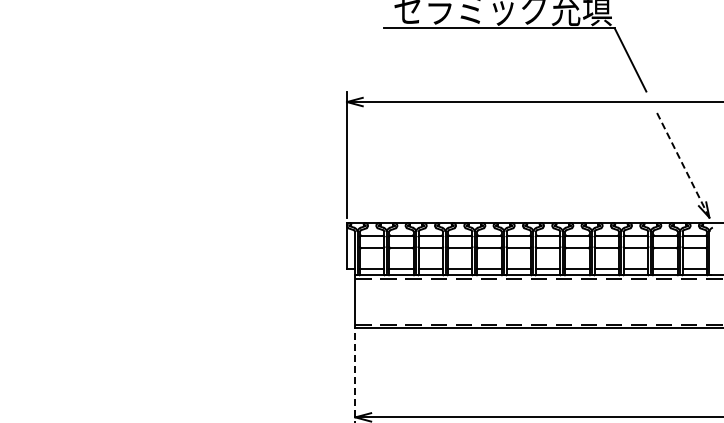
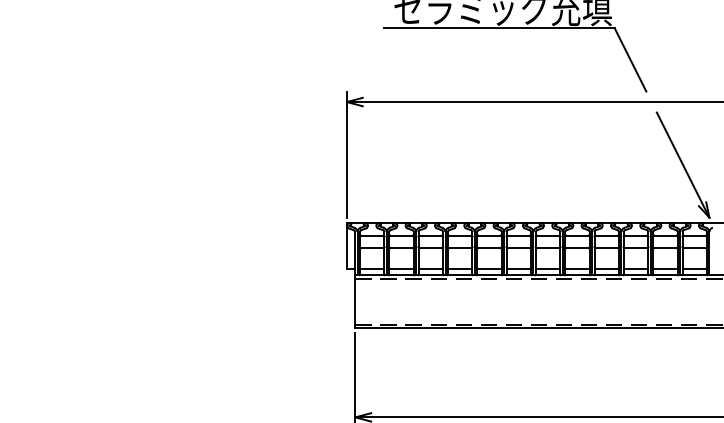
line at (683, 165): dashed -> solid
line at (355, 378): dashed -> solid
